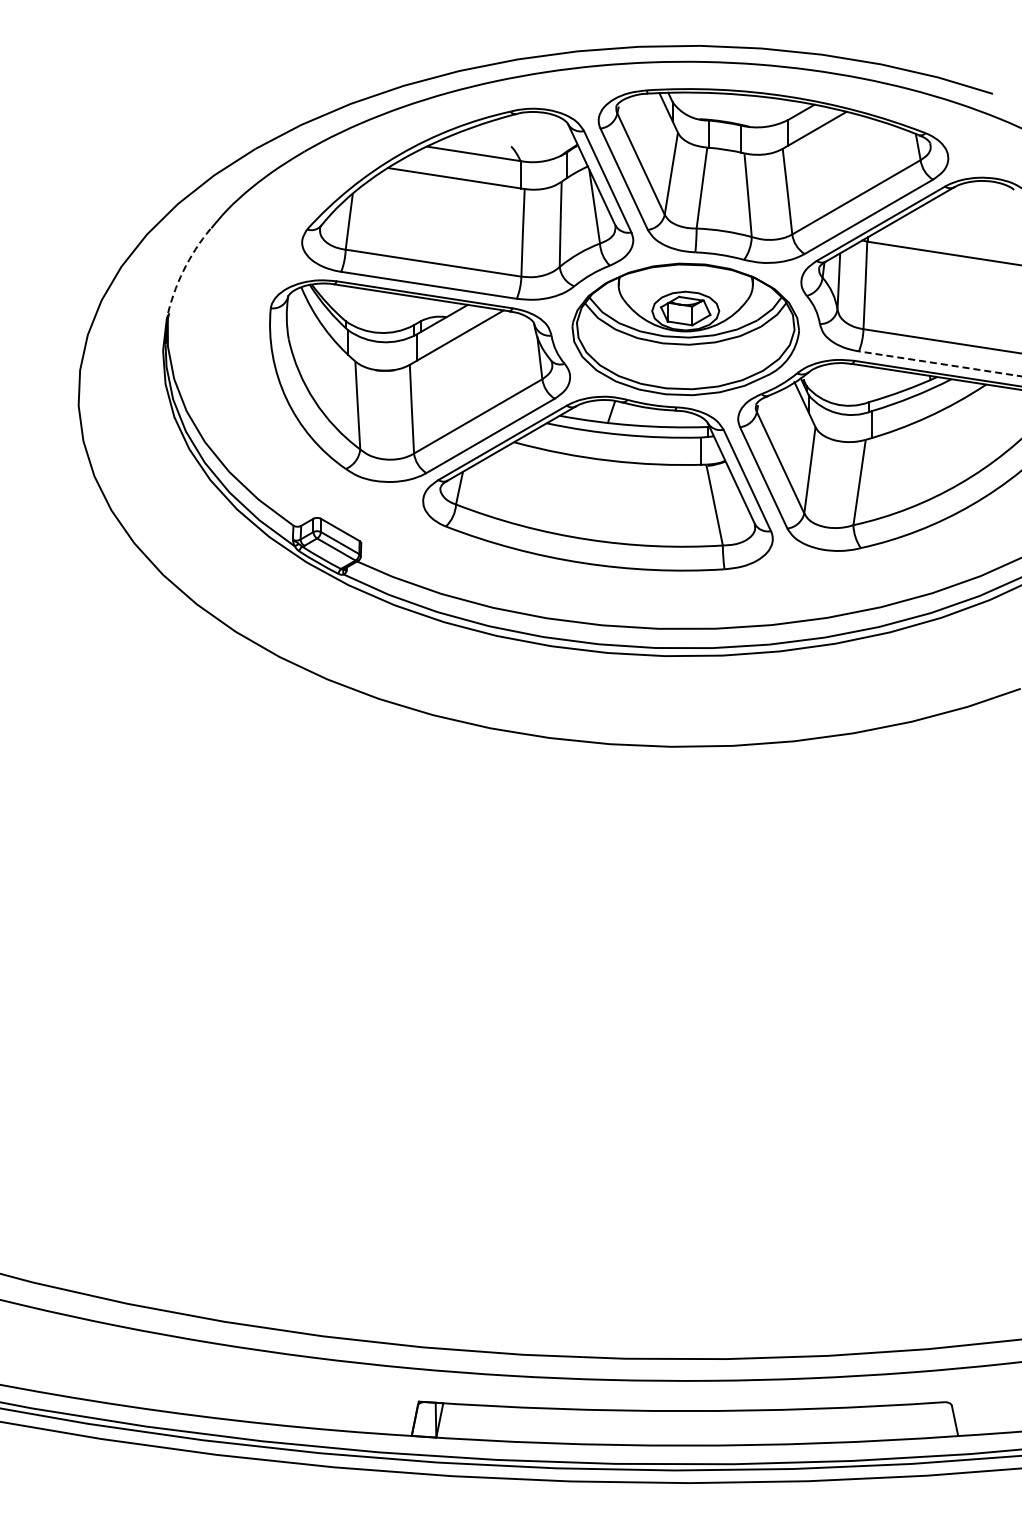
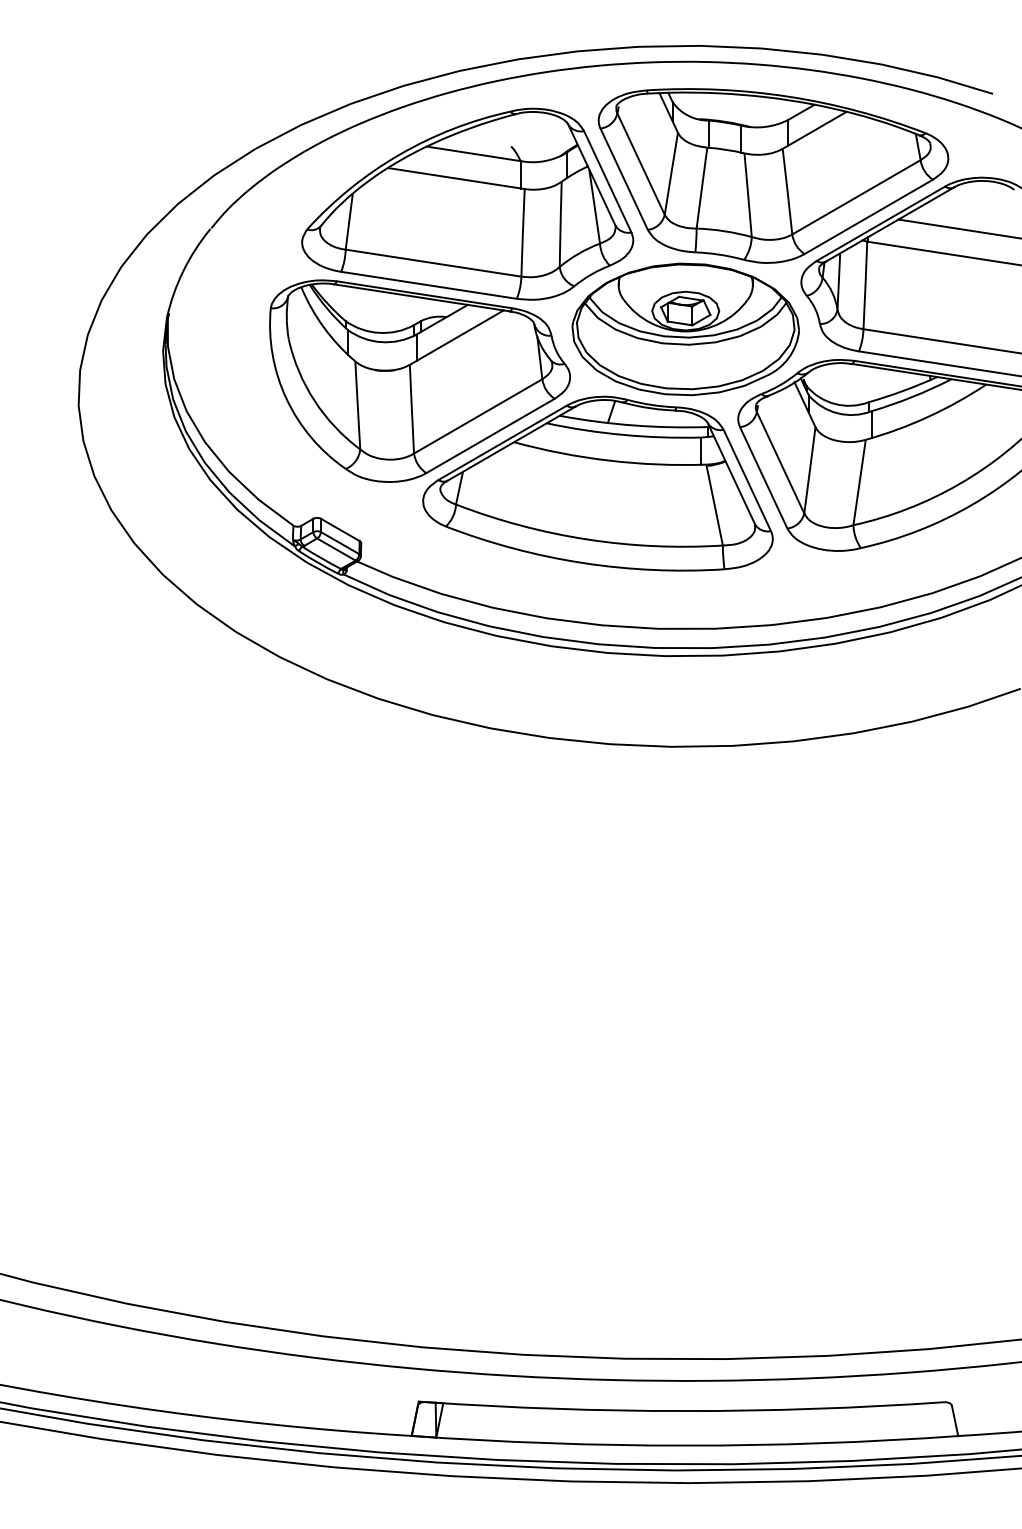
line at (958, 228): none -> present
arc at (183, 270): dashed -> solid
line at (939, 363): dashed -> solid
